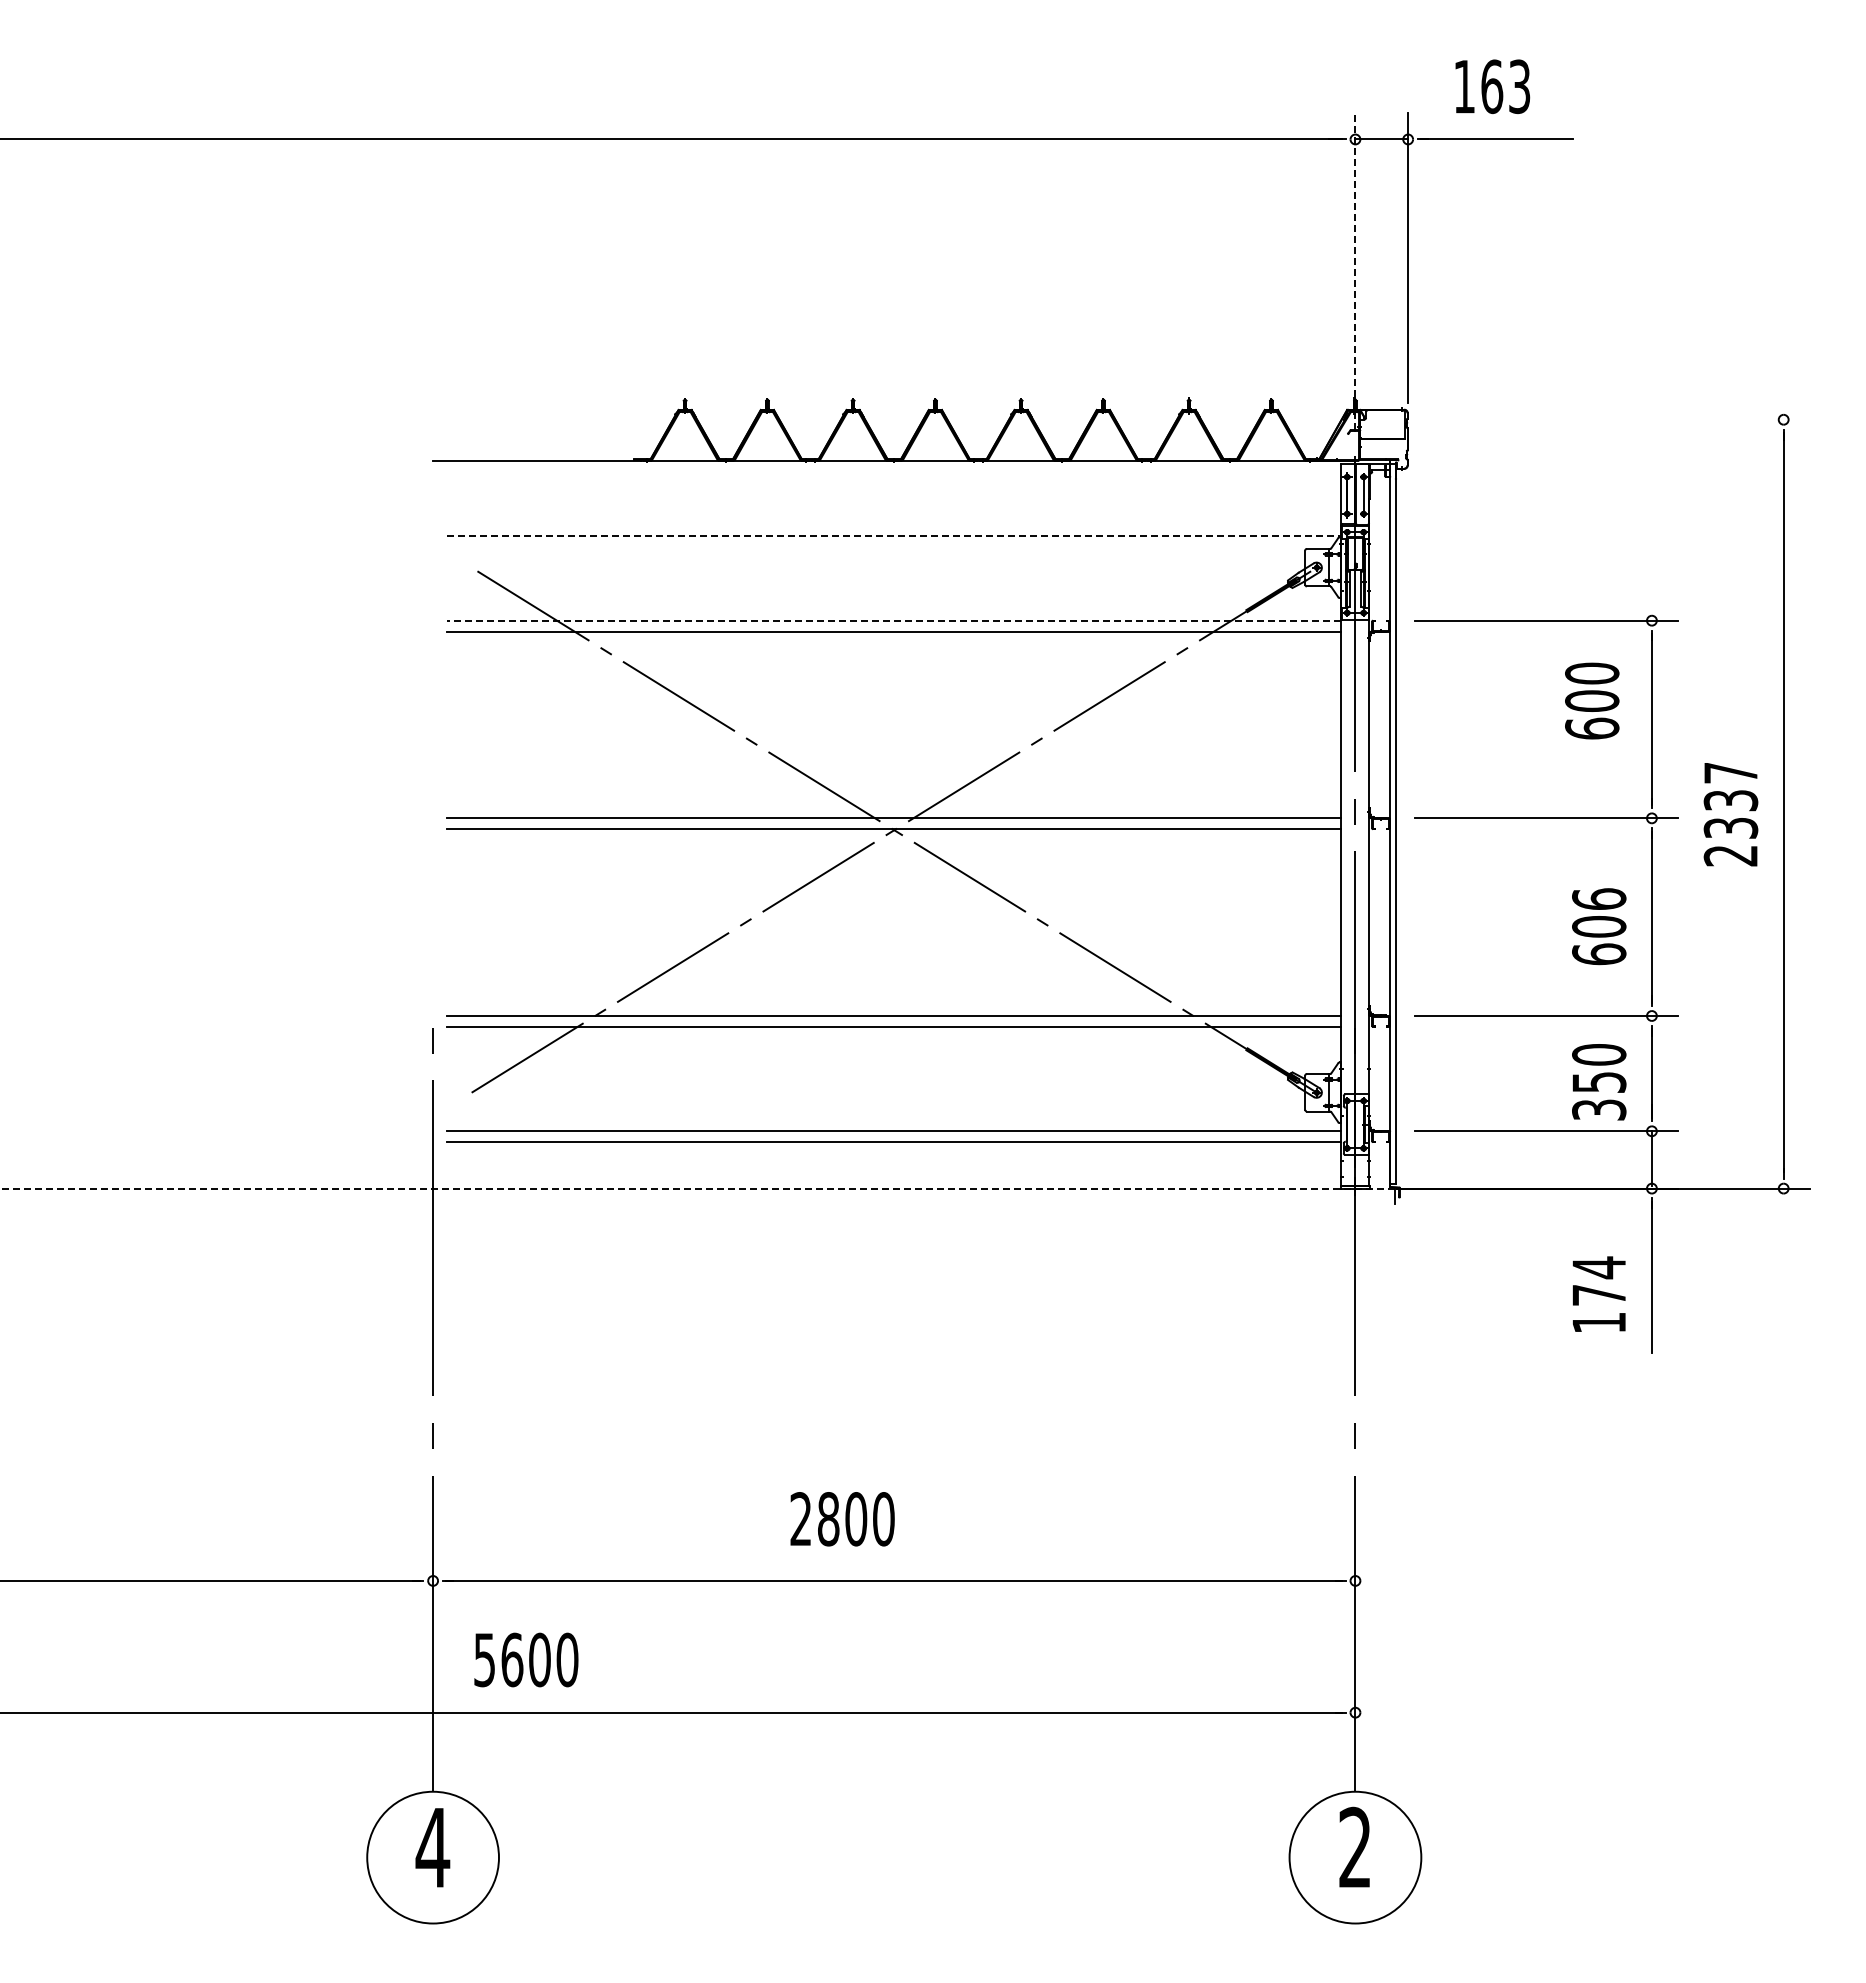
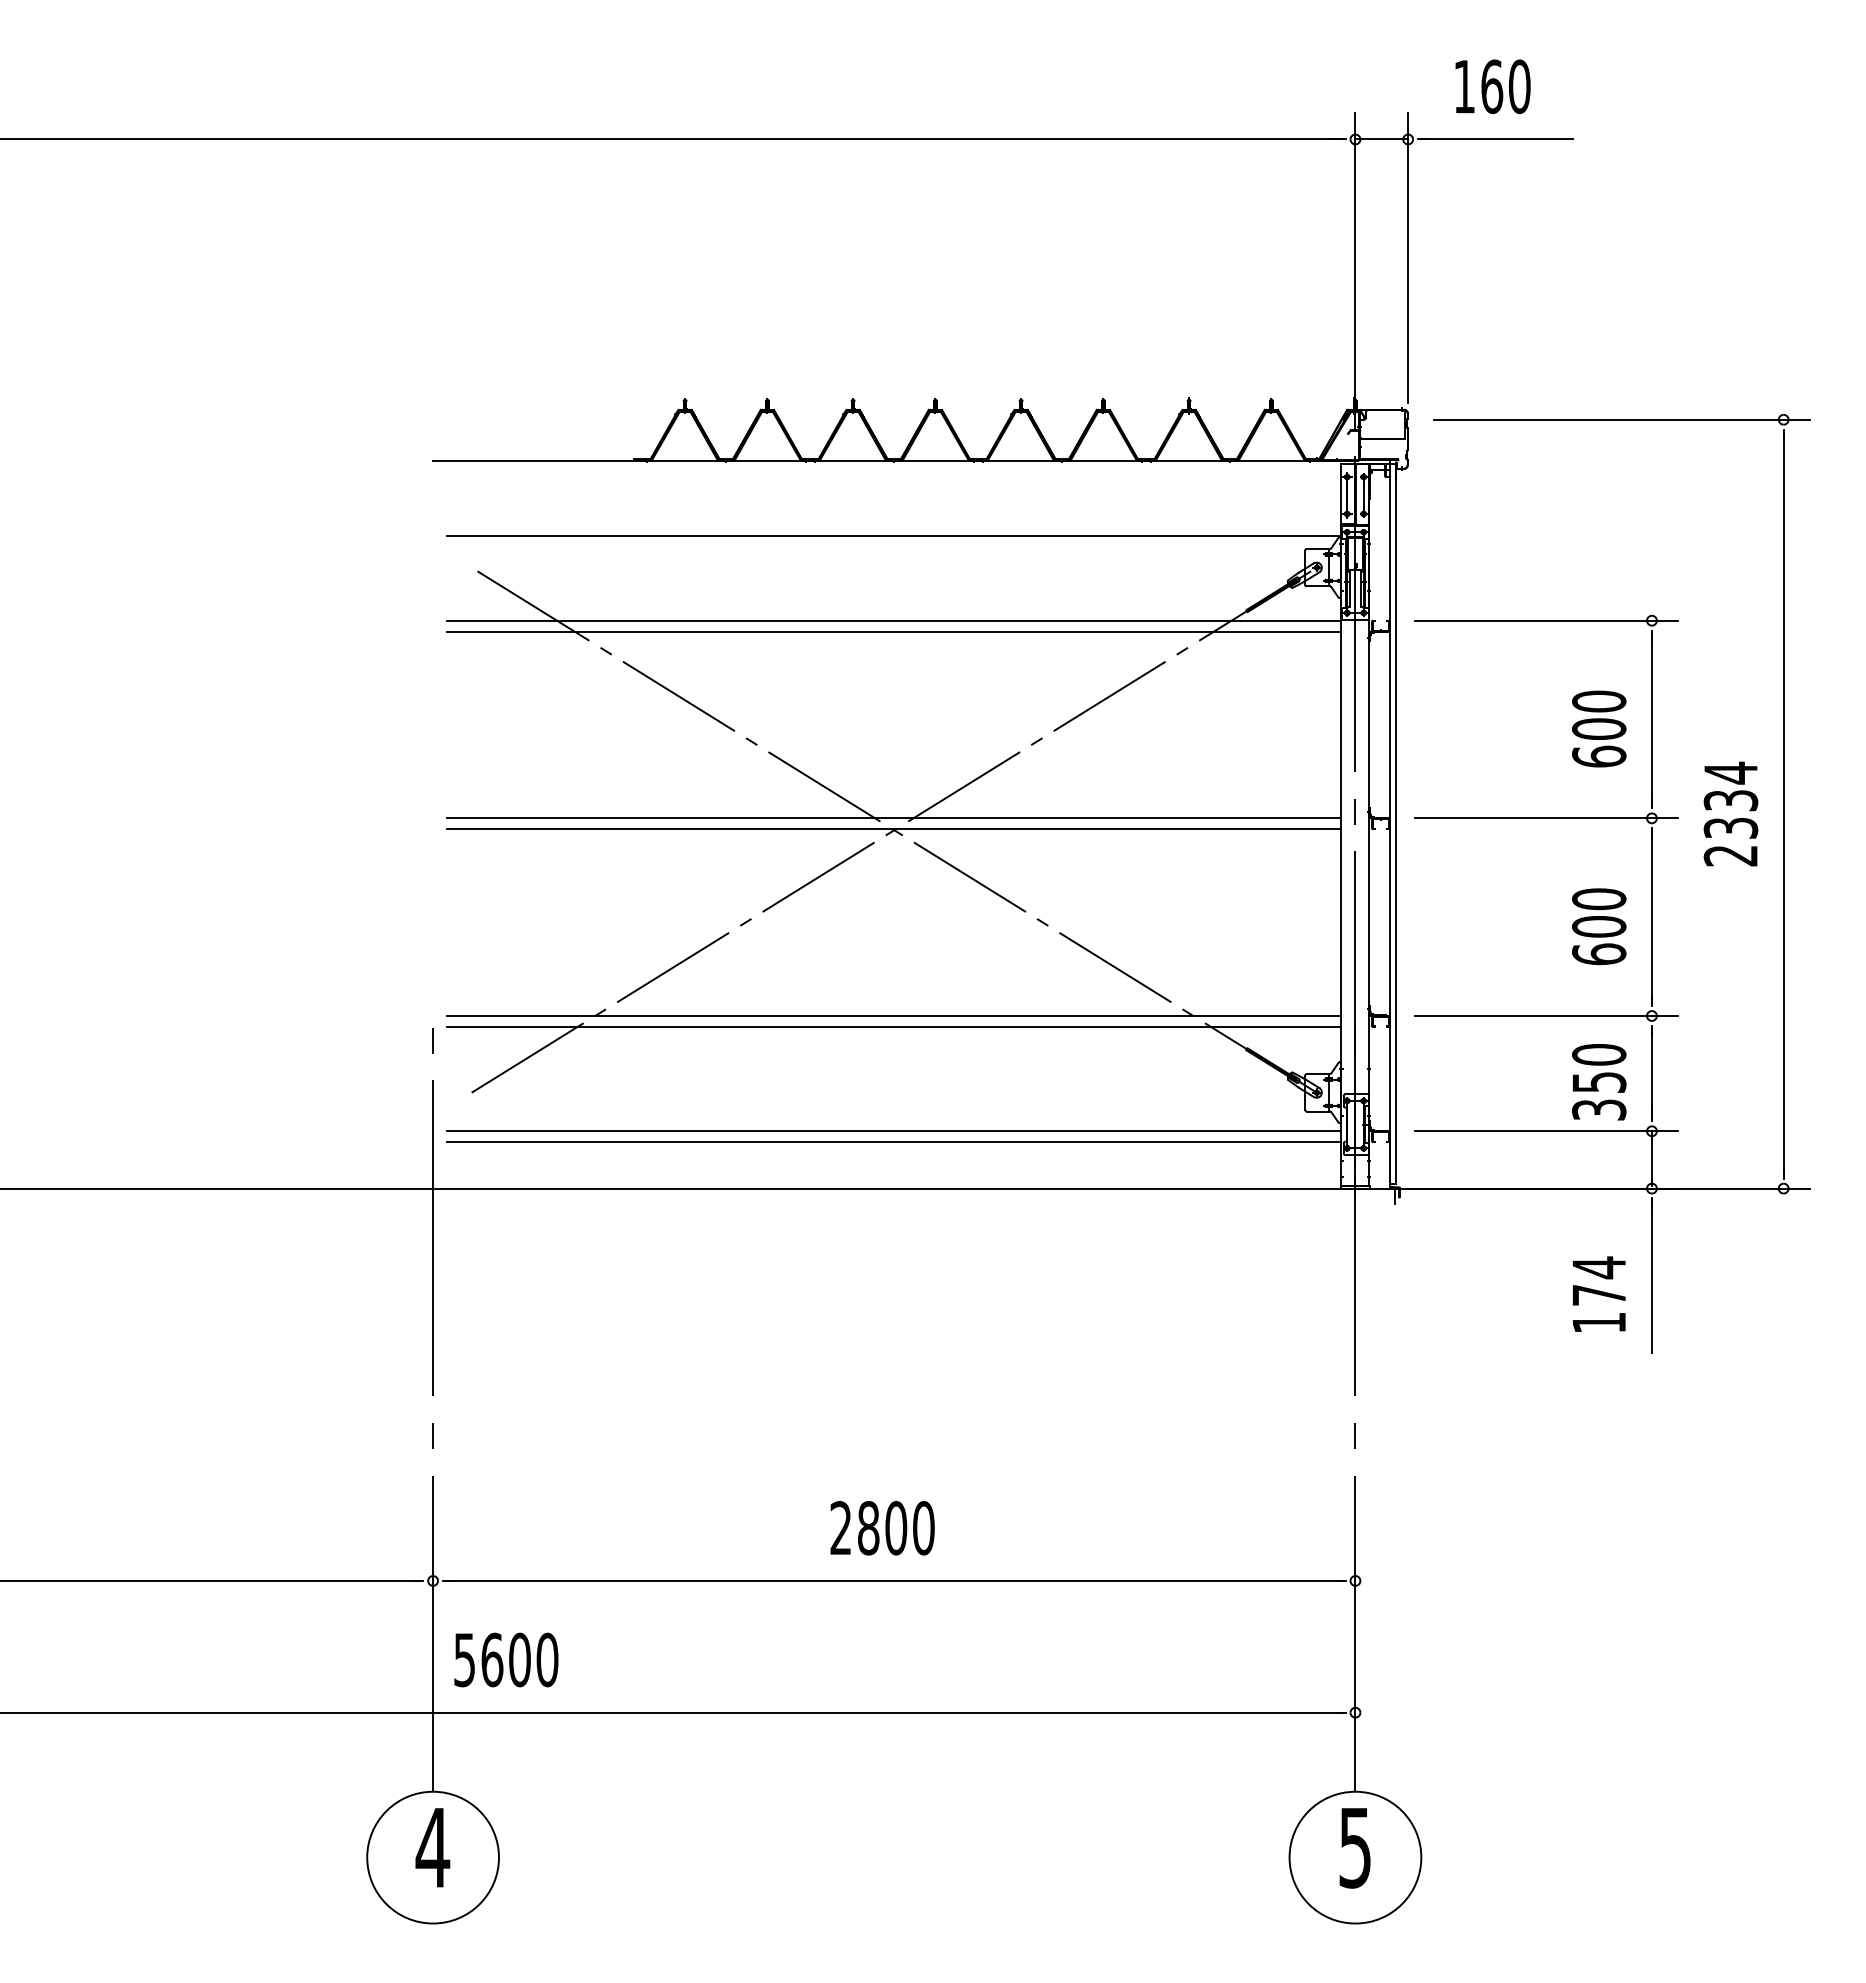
text at (1519, 86): 163 -> 160
line at (1355, 270): dashed -> solid
line at (1621, 419): none -> present
line at (894, 536): dashed -> solid
line at (893, 620): dashed -> solid
text at (1592, 700) position: (1592, 700) -> (1599, 728)
text at (1730, 772): 2337 -> 2334
text at (1599, 899): 606 -> 600
line at (697, 1188): dashed -> solid
text at (842, 1519) position: (842, 1519) -> (882, 1528)
text at (526, 1659) position: (526, 1659) -> (506, 1659)
text at (1354, 1847): 2 -> 5
